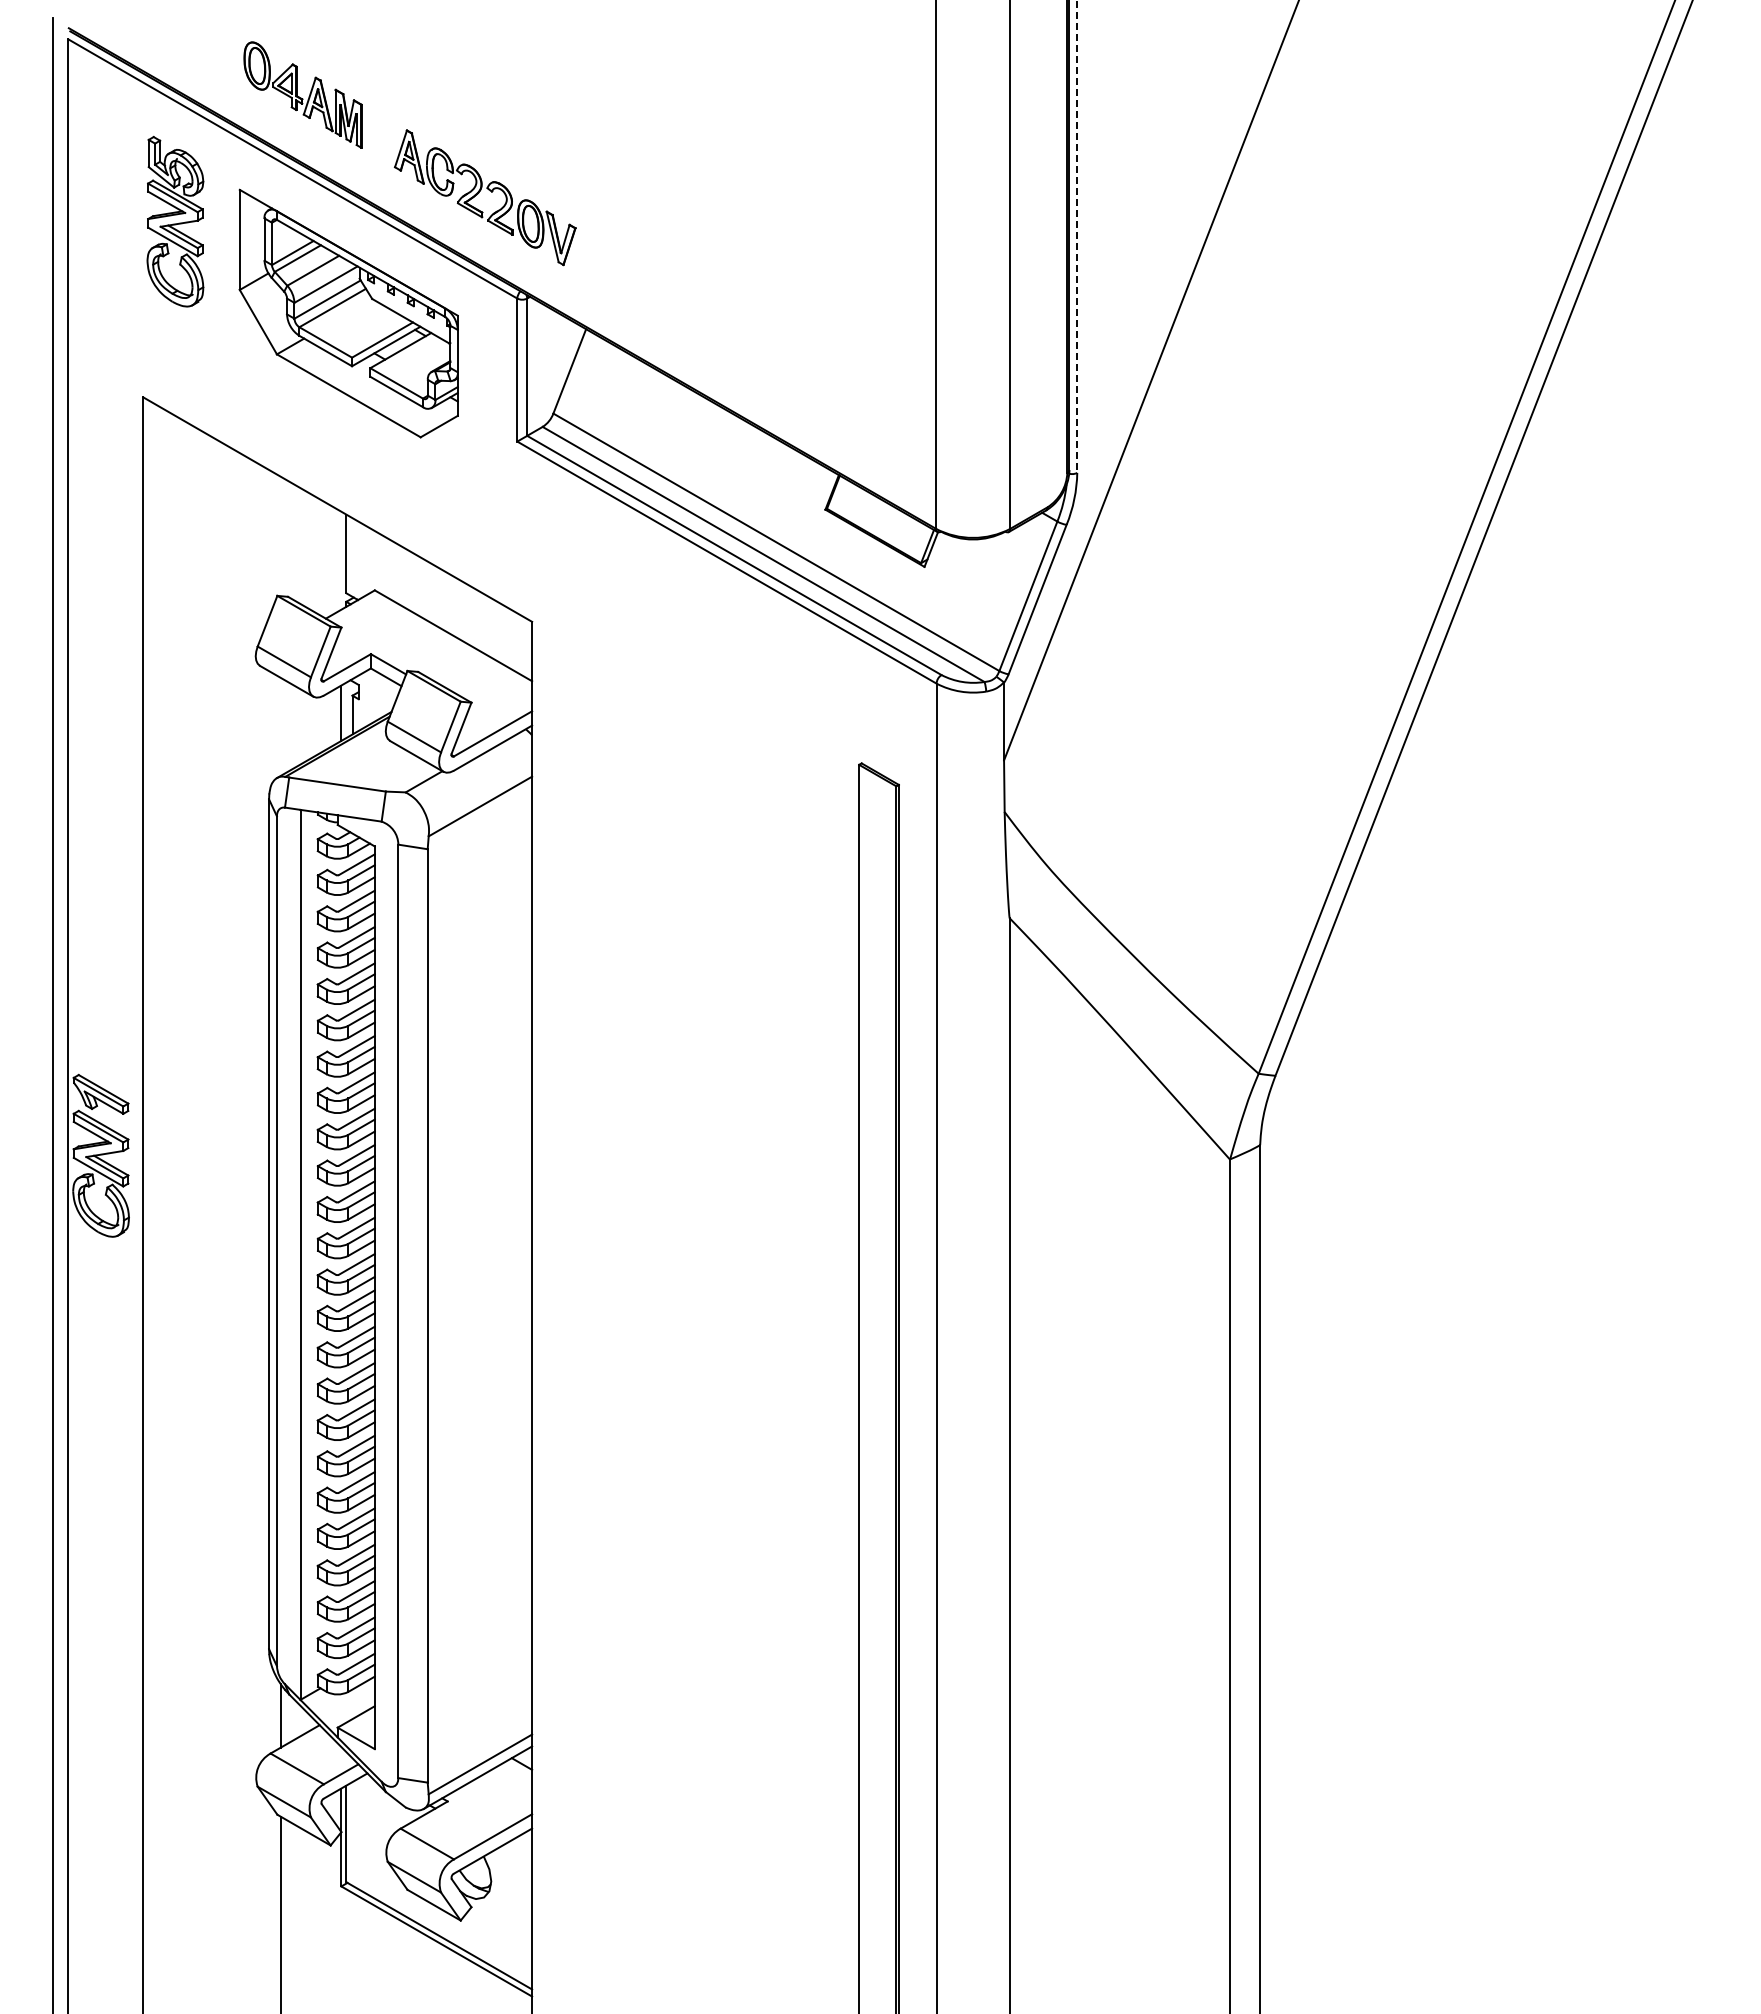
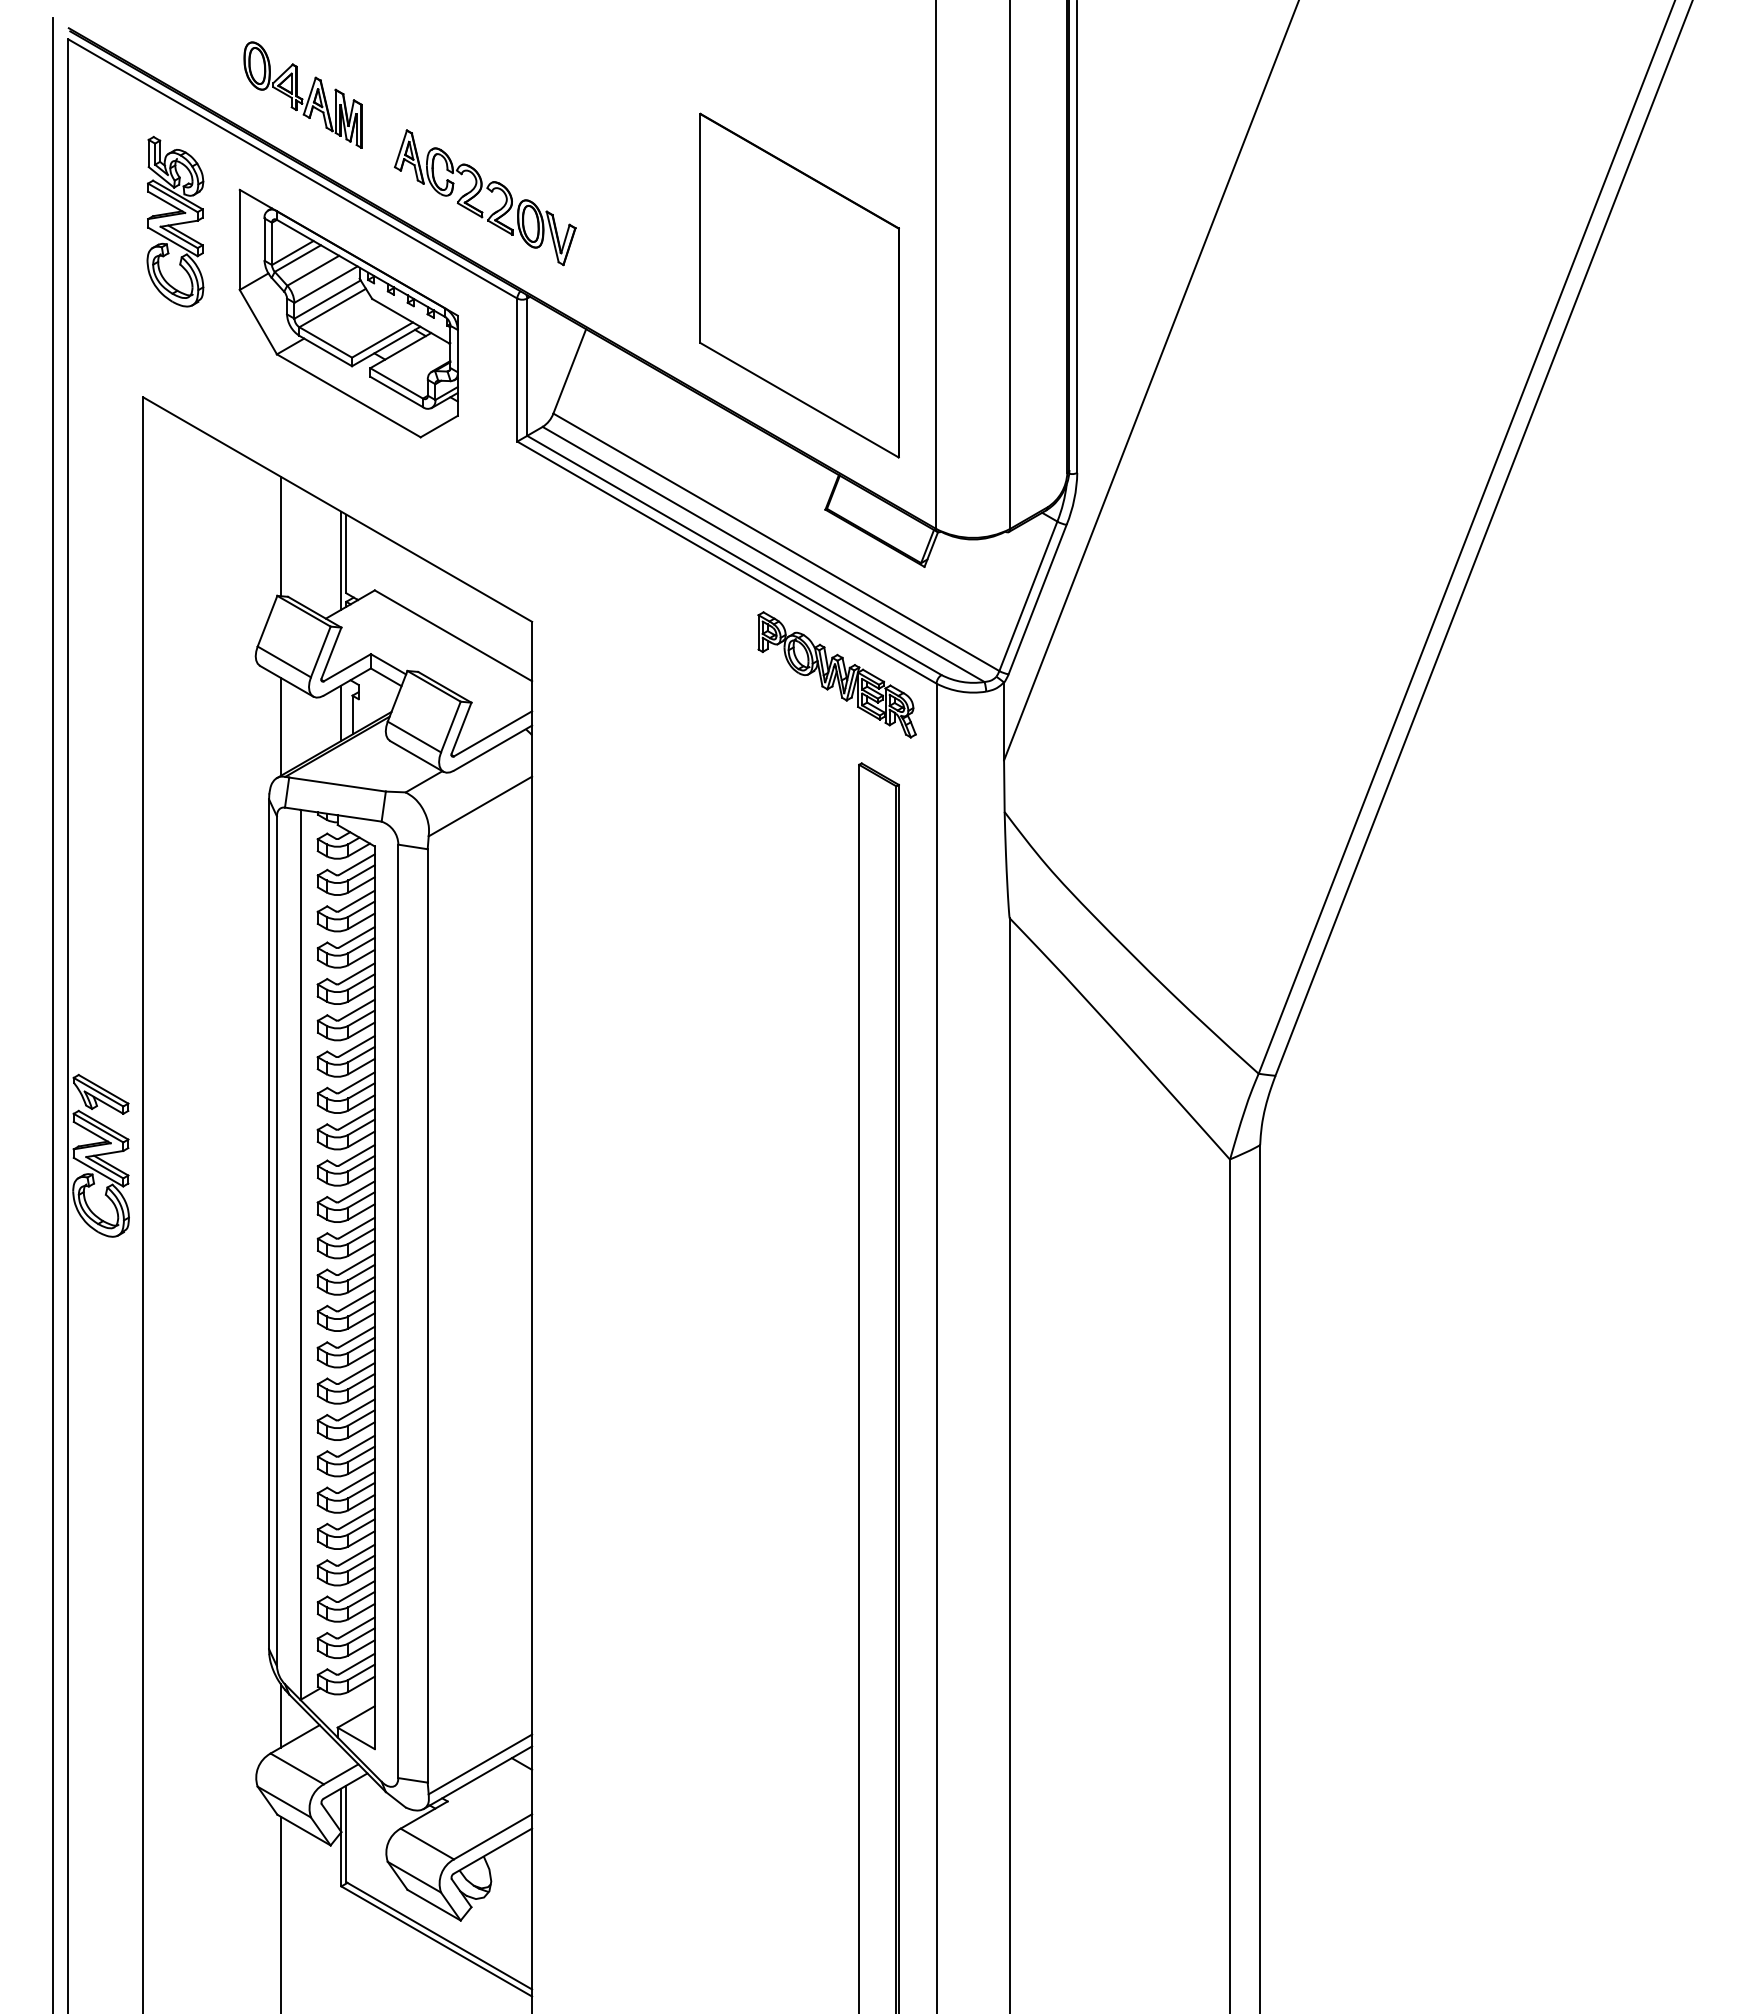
line at (1077, 236): dashed -> solid
part at (799, 285): none -> present
line at (280, 536): none -> present
line at (341, 560): none -> present
part at (836, 674): none -> present
line at (280, 726): none -> present
